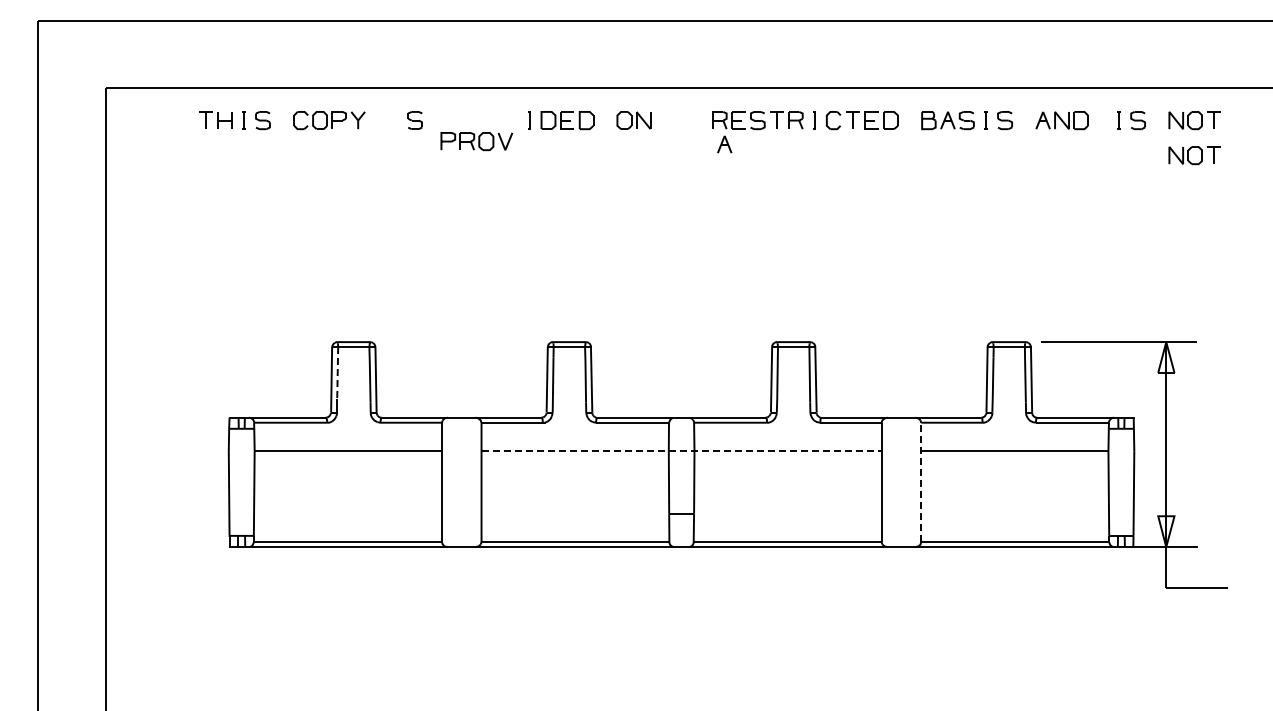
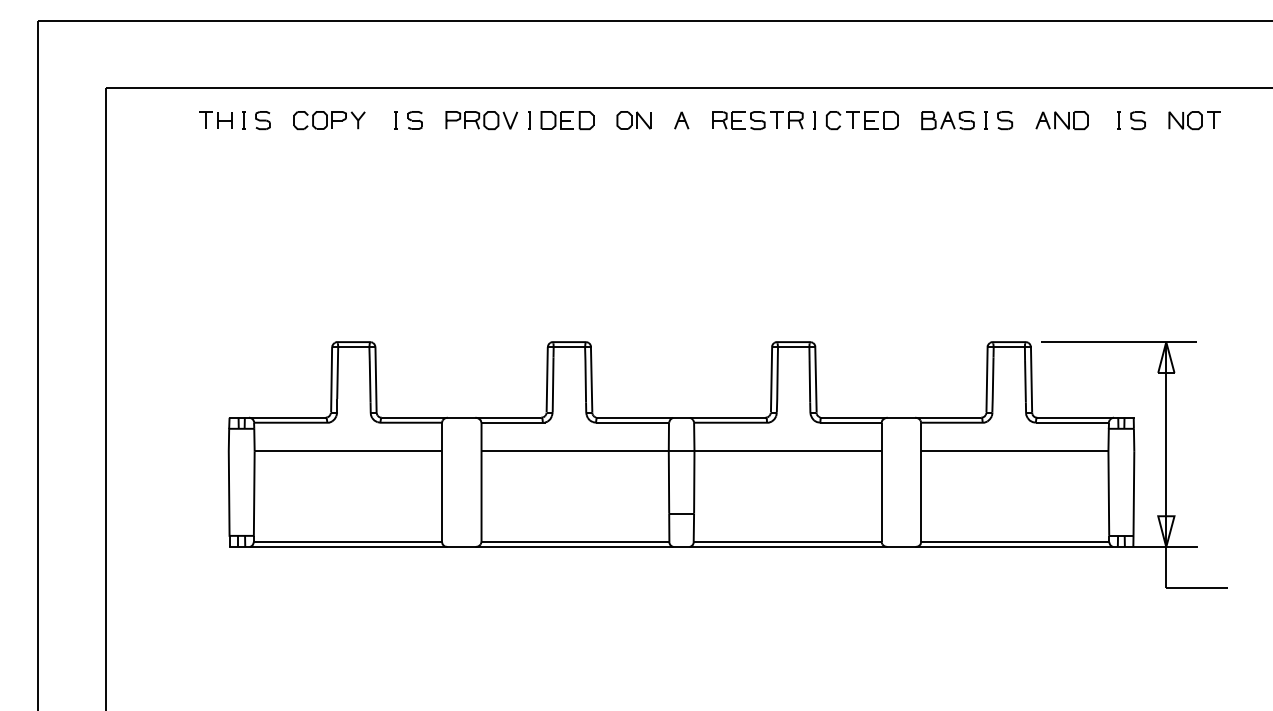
line at (395, 120): none -> present
part at (476, 141) position: (476, 141) -> (481, 120)
part at (724, 144) position: (724, 144) -> (681, 120)
part at (1194, 155): present -> none
line at (337, 372): dashed -> solid
line at (682, 451): dashed -> solid
line at (921, 482): dashed -> solid
